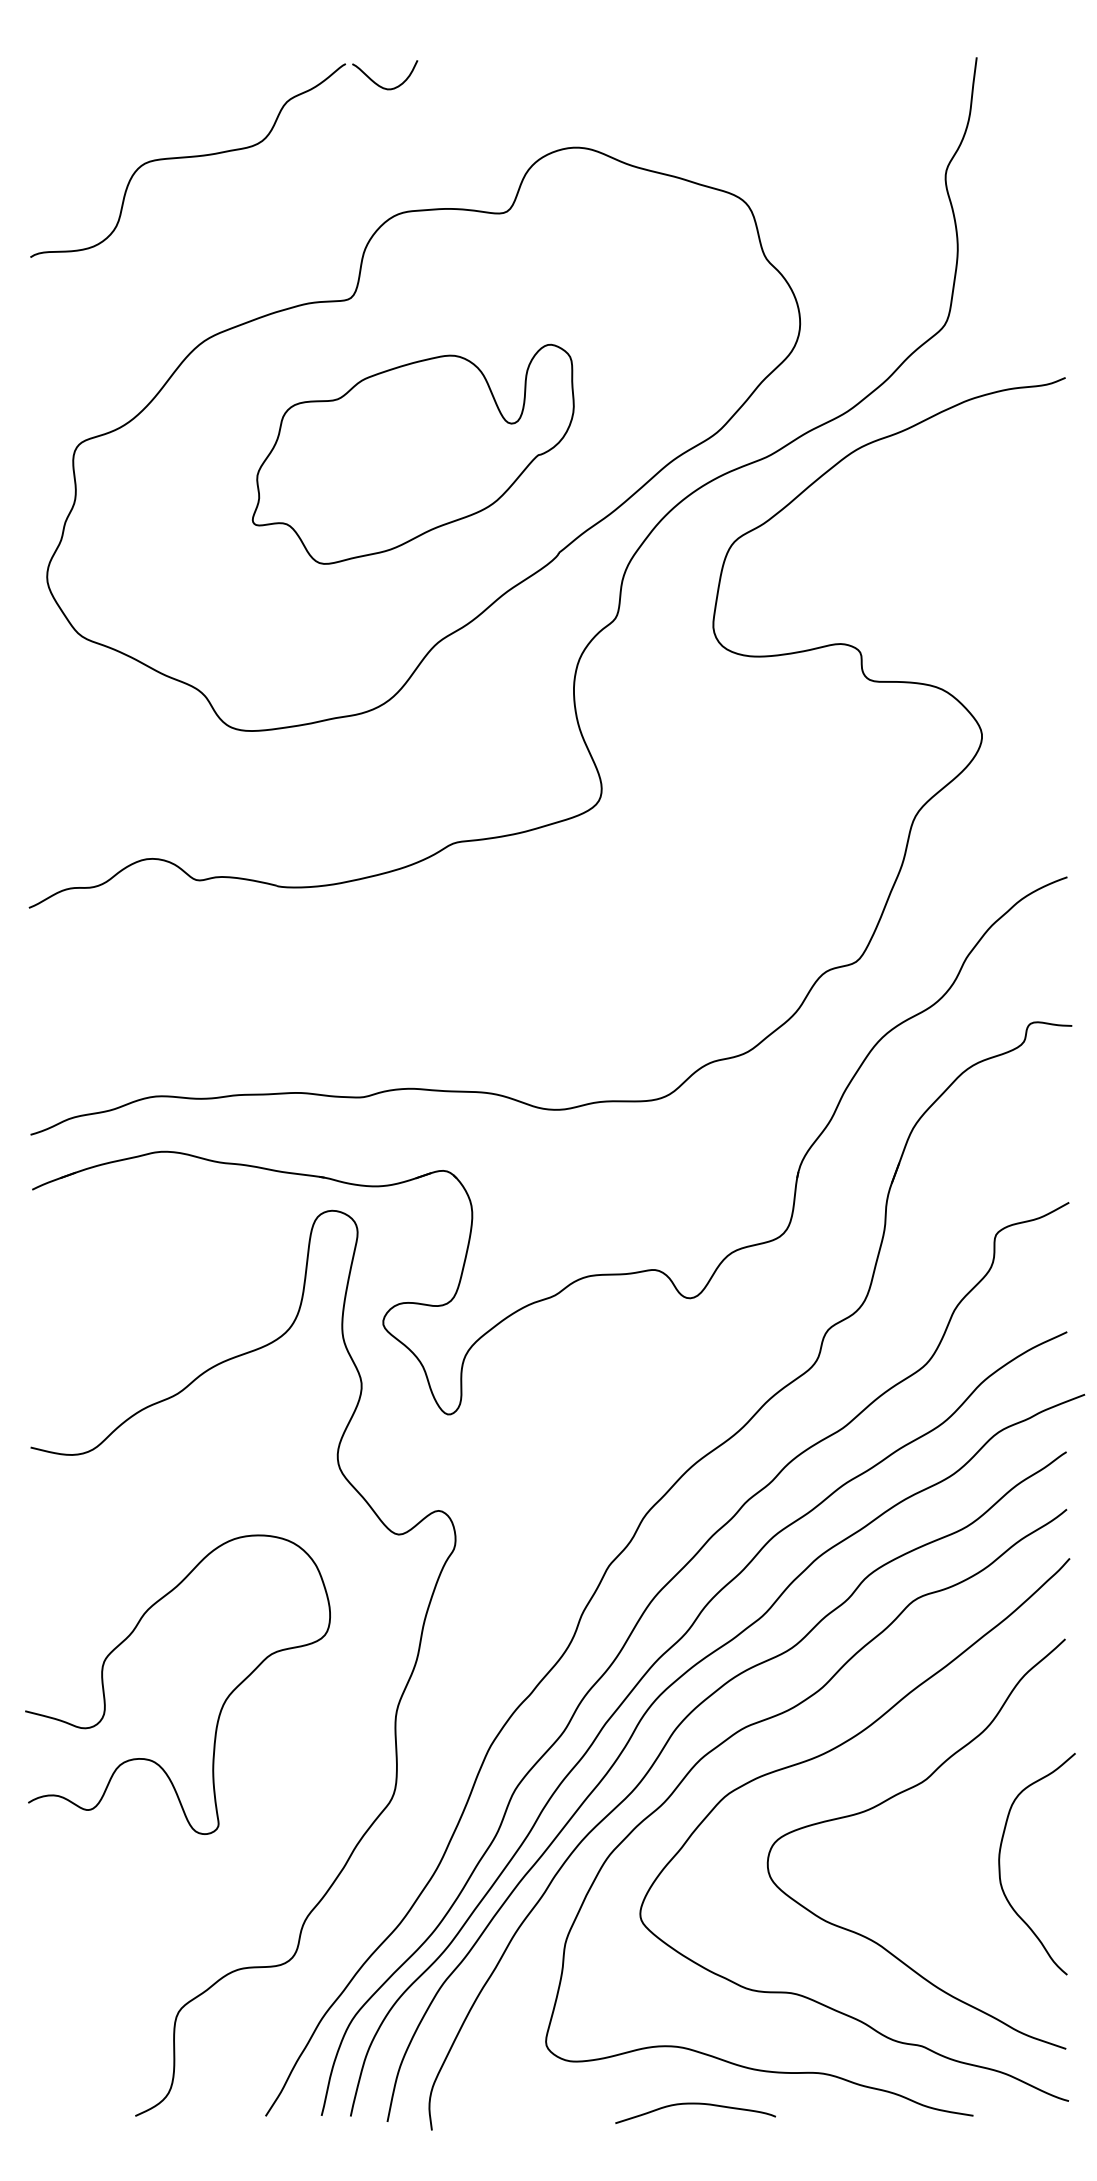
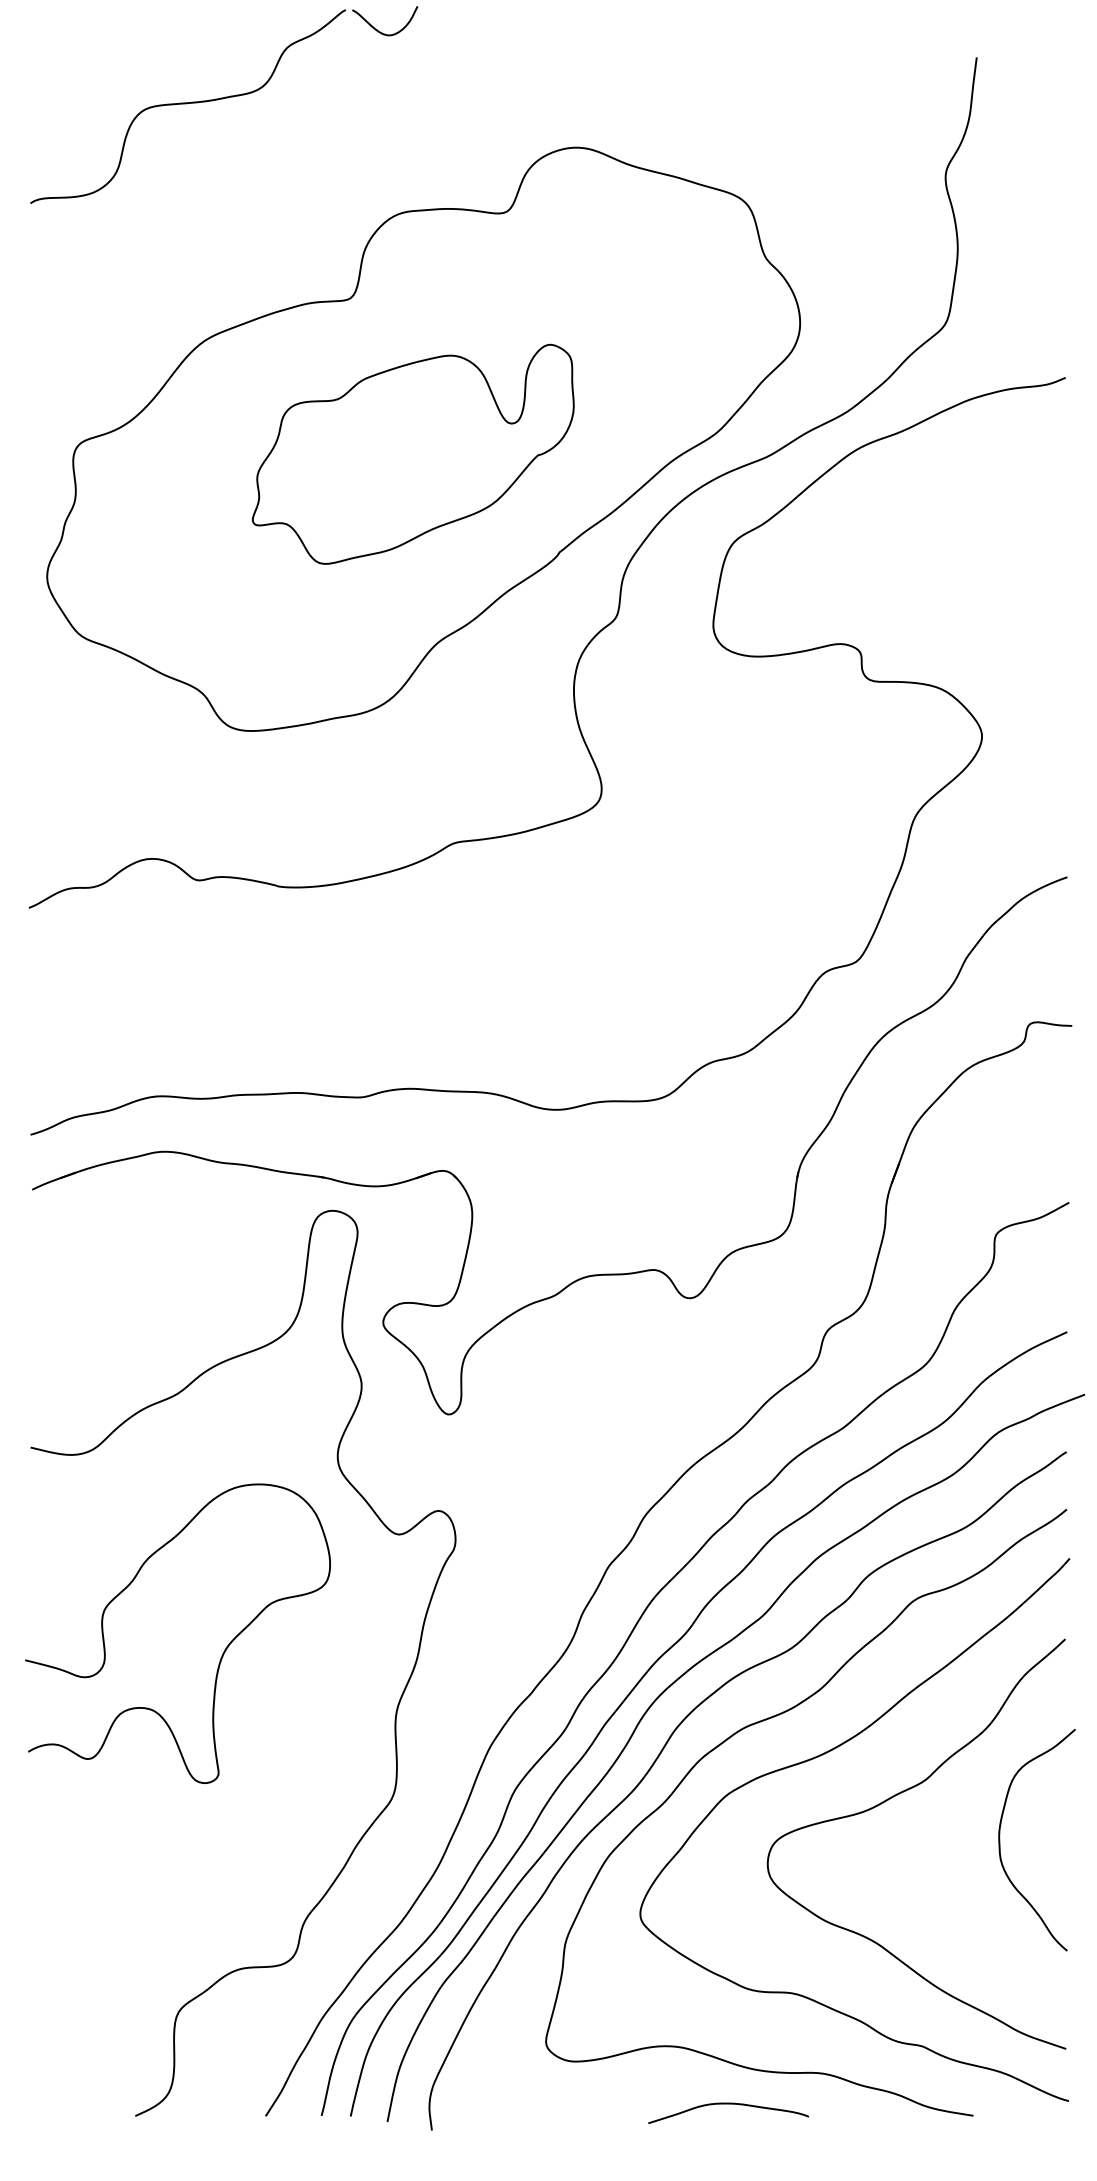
part at (224, 158) position: (224, 158) -> (224, 104)
curve at (221, 1706) position: (221, 1706) -> (221, 1655)
curve at (1000, 1864) position: (1000, 1864) -> (1000, 1840)
curve at (695, 2104) position: (695, 2104) -> (728, 2104)
